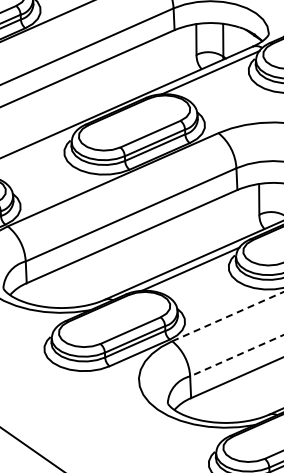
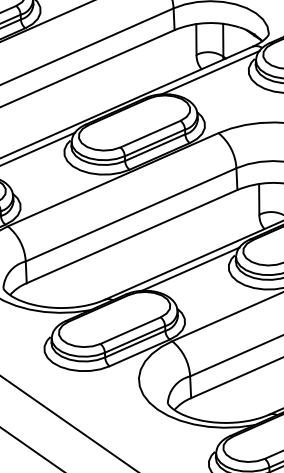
line at (38, 148): none -> present
line at (227, 316): dashed -> solid
line at (236, 355): dashed -> solid
line at (68, 423): none -> present
